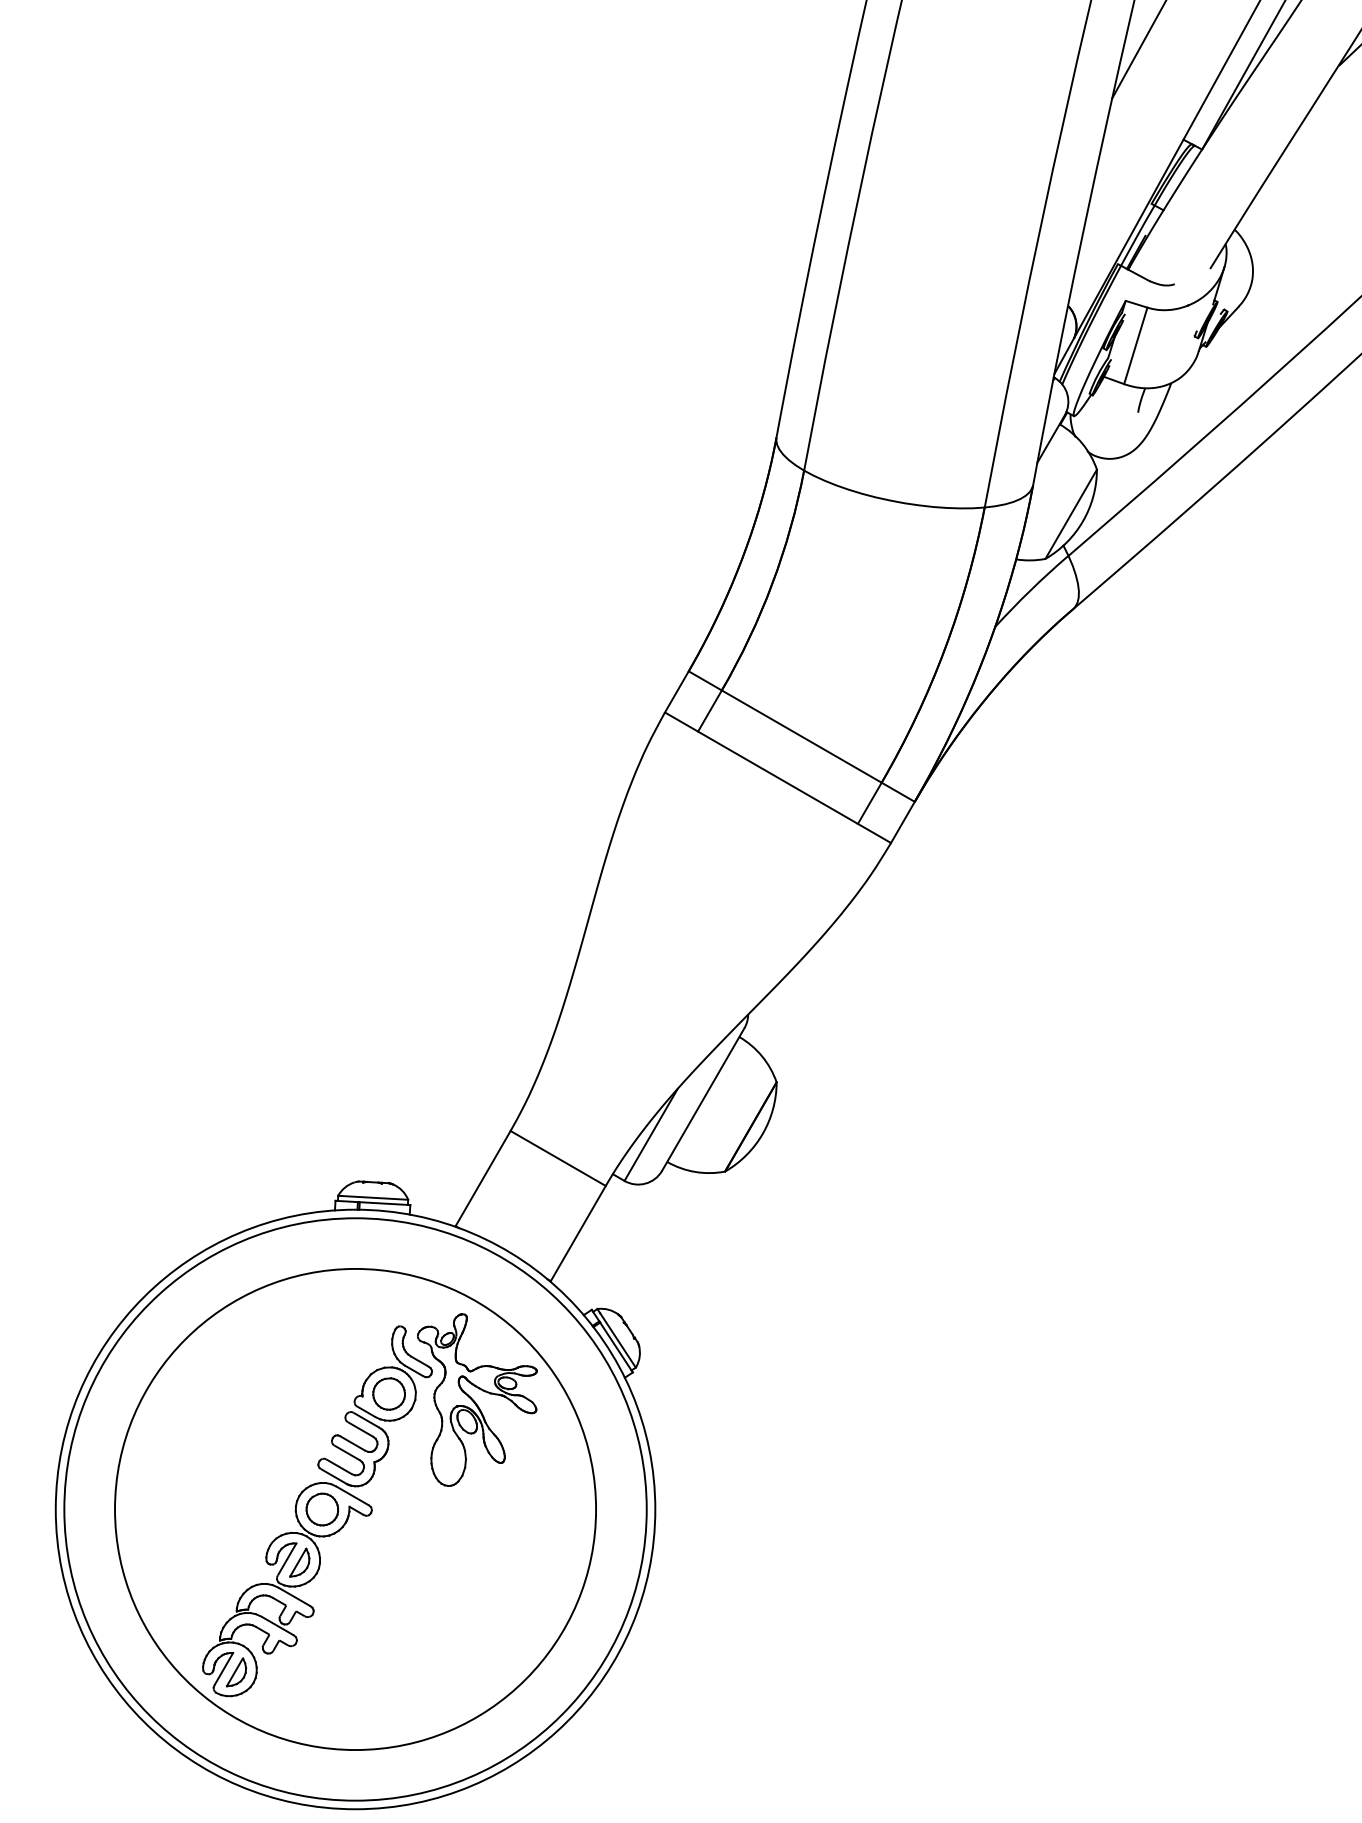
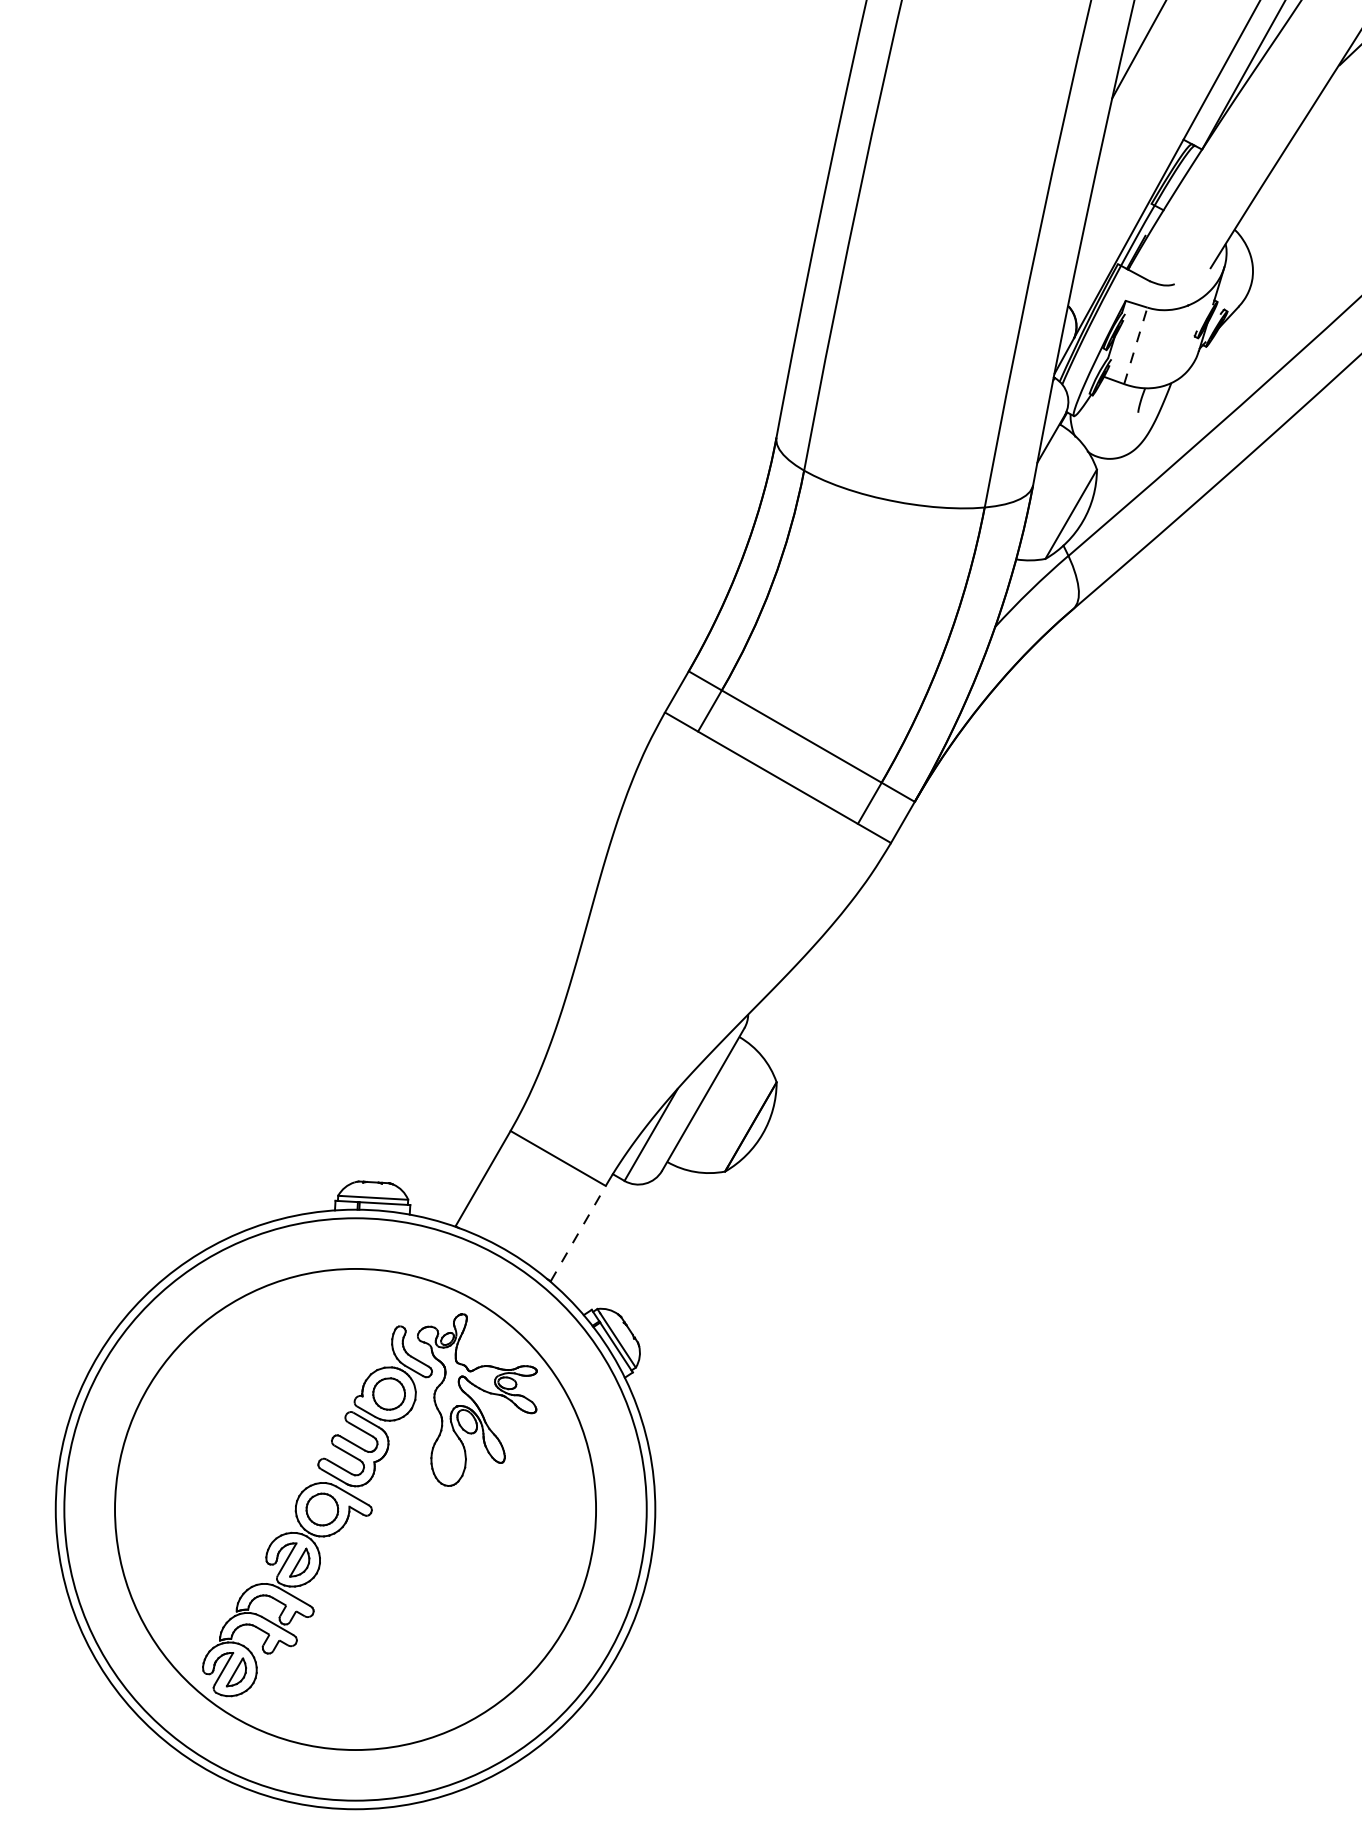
line at (1135, 345): solid -> dashed
line at (578, 1233): solid -> dashed
